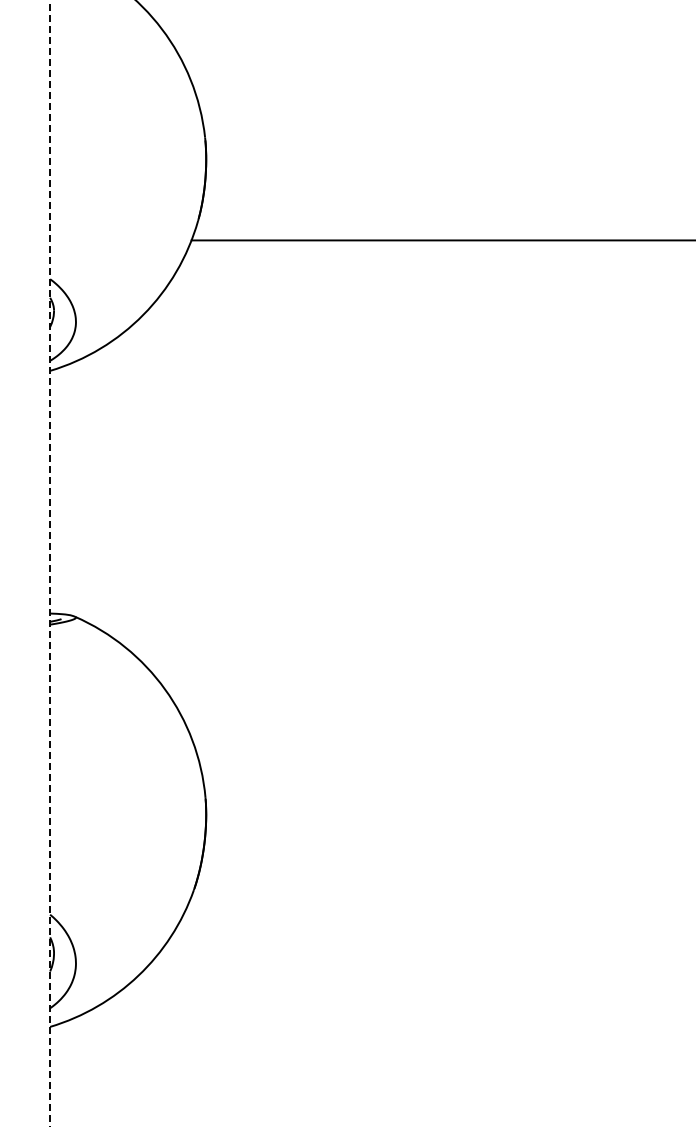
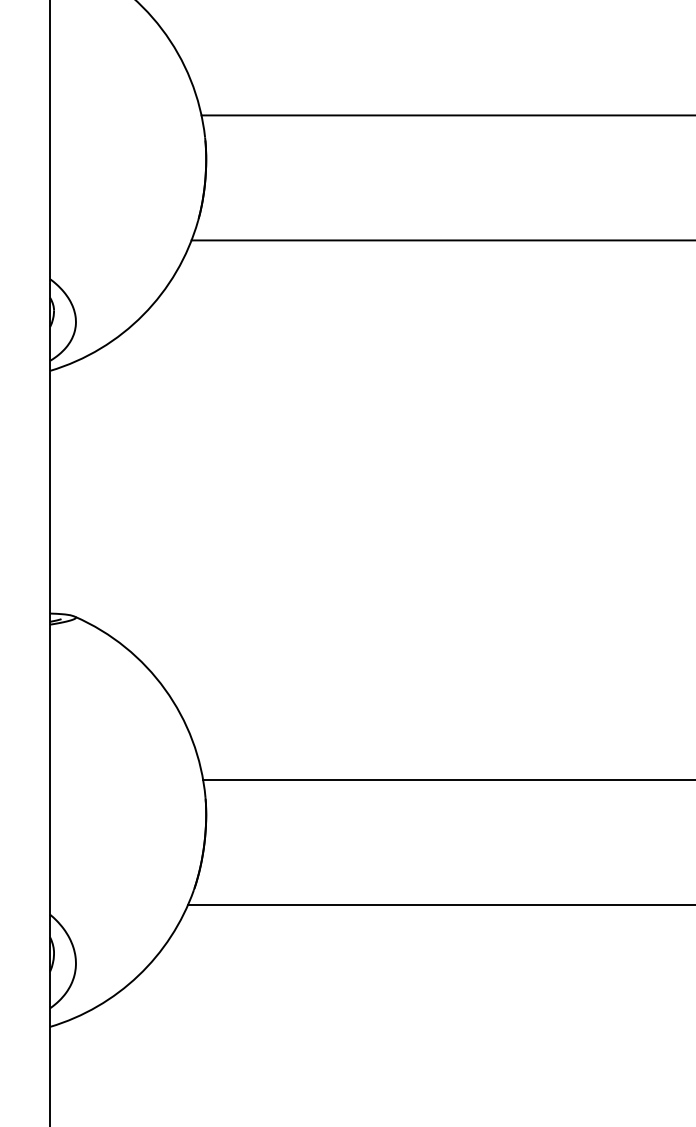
line at (446, 115): none -> present
line at (50, 562): dashed -> solid
line at (447, 779): none -> present
line at (440, 904): none -> present
